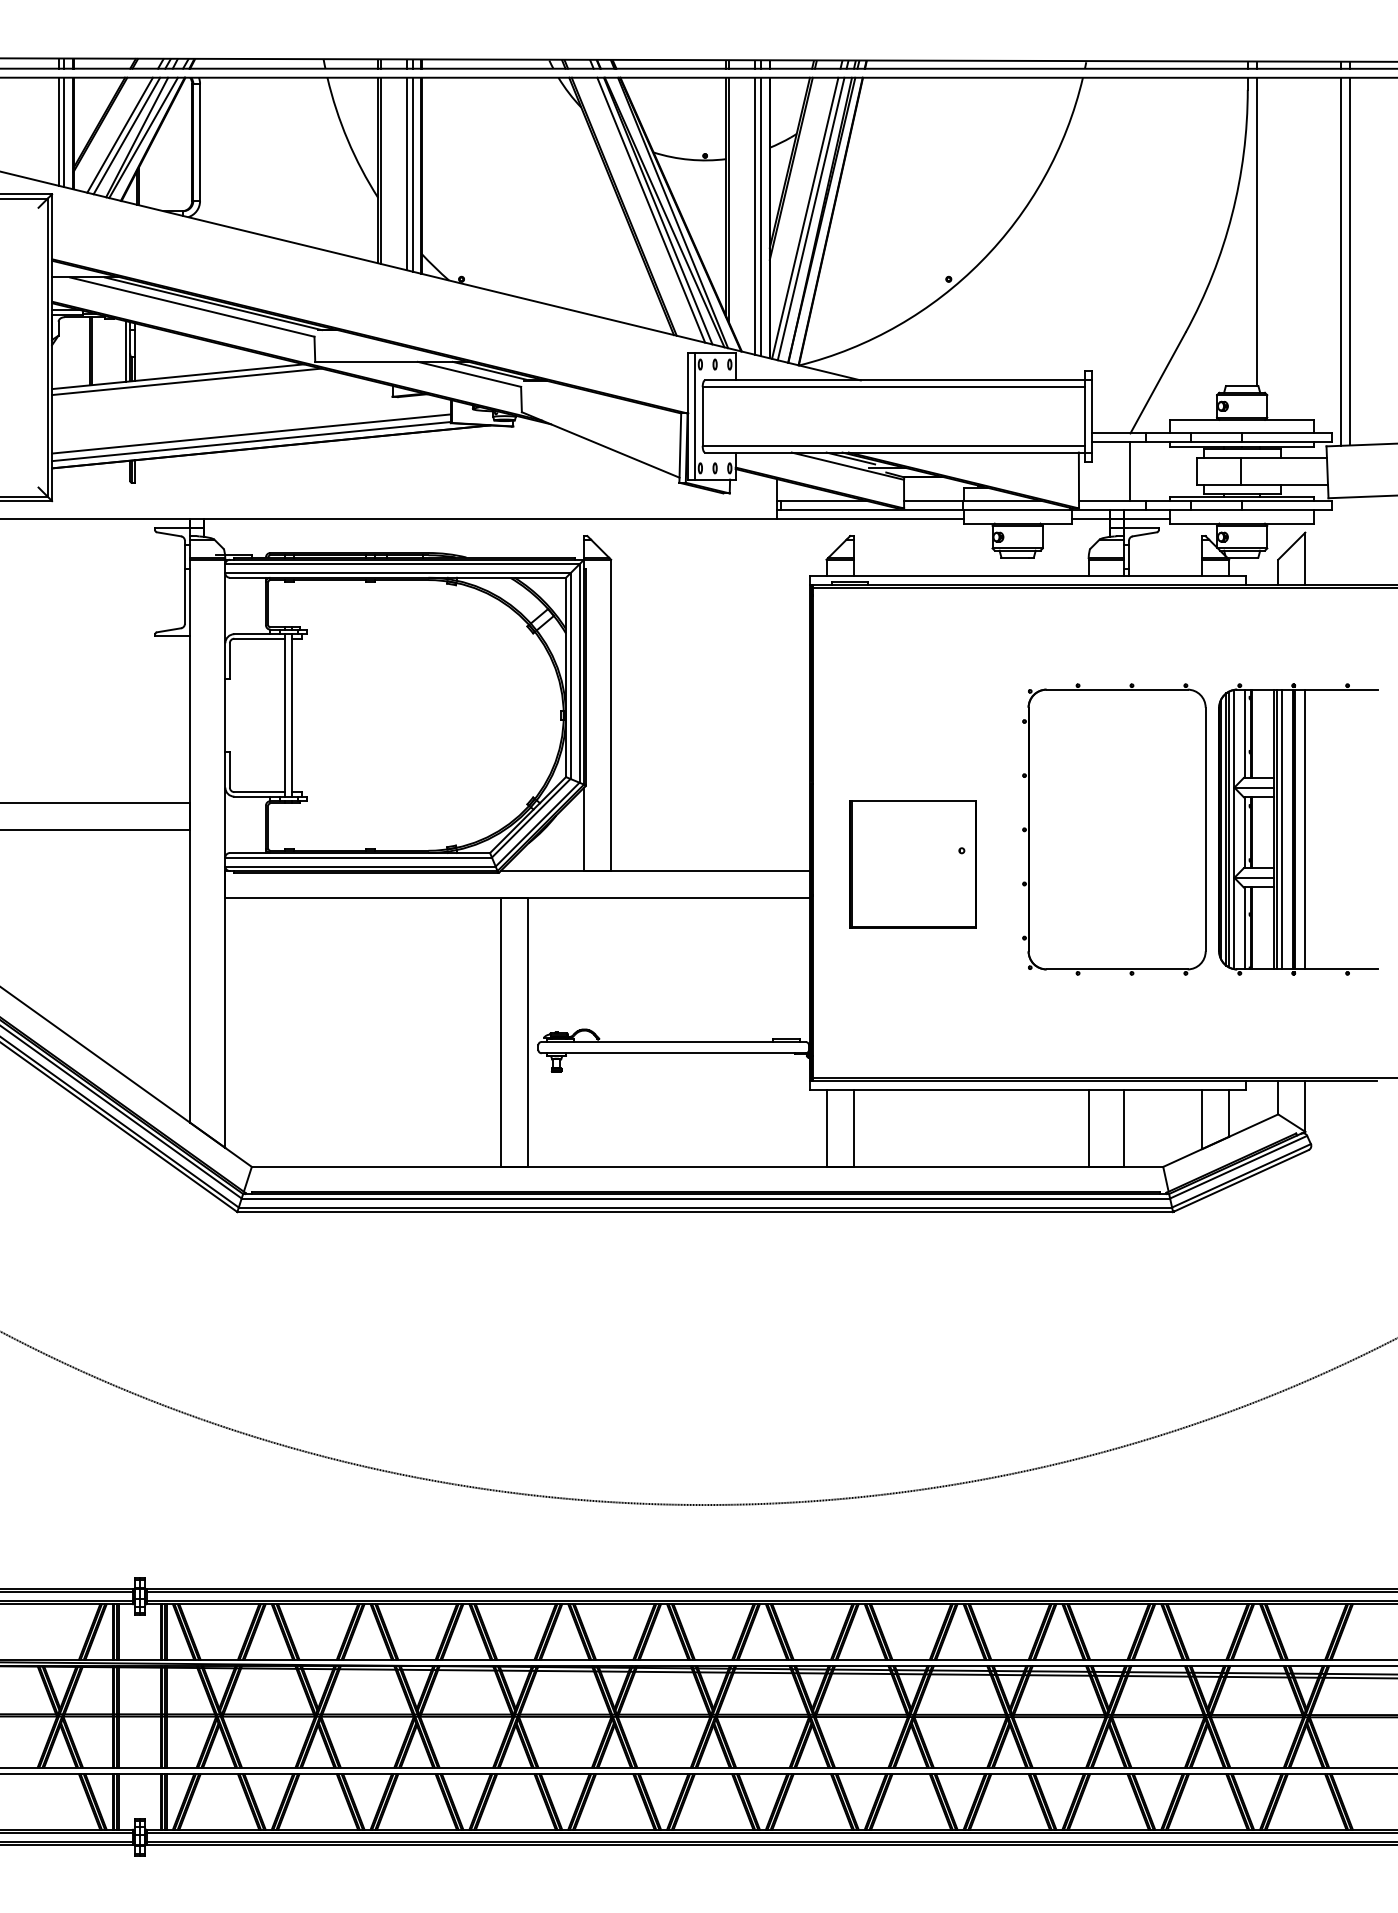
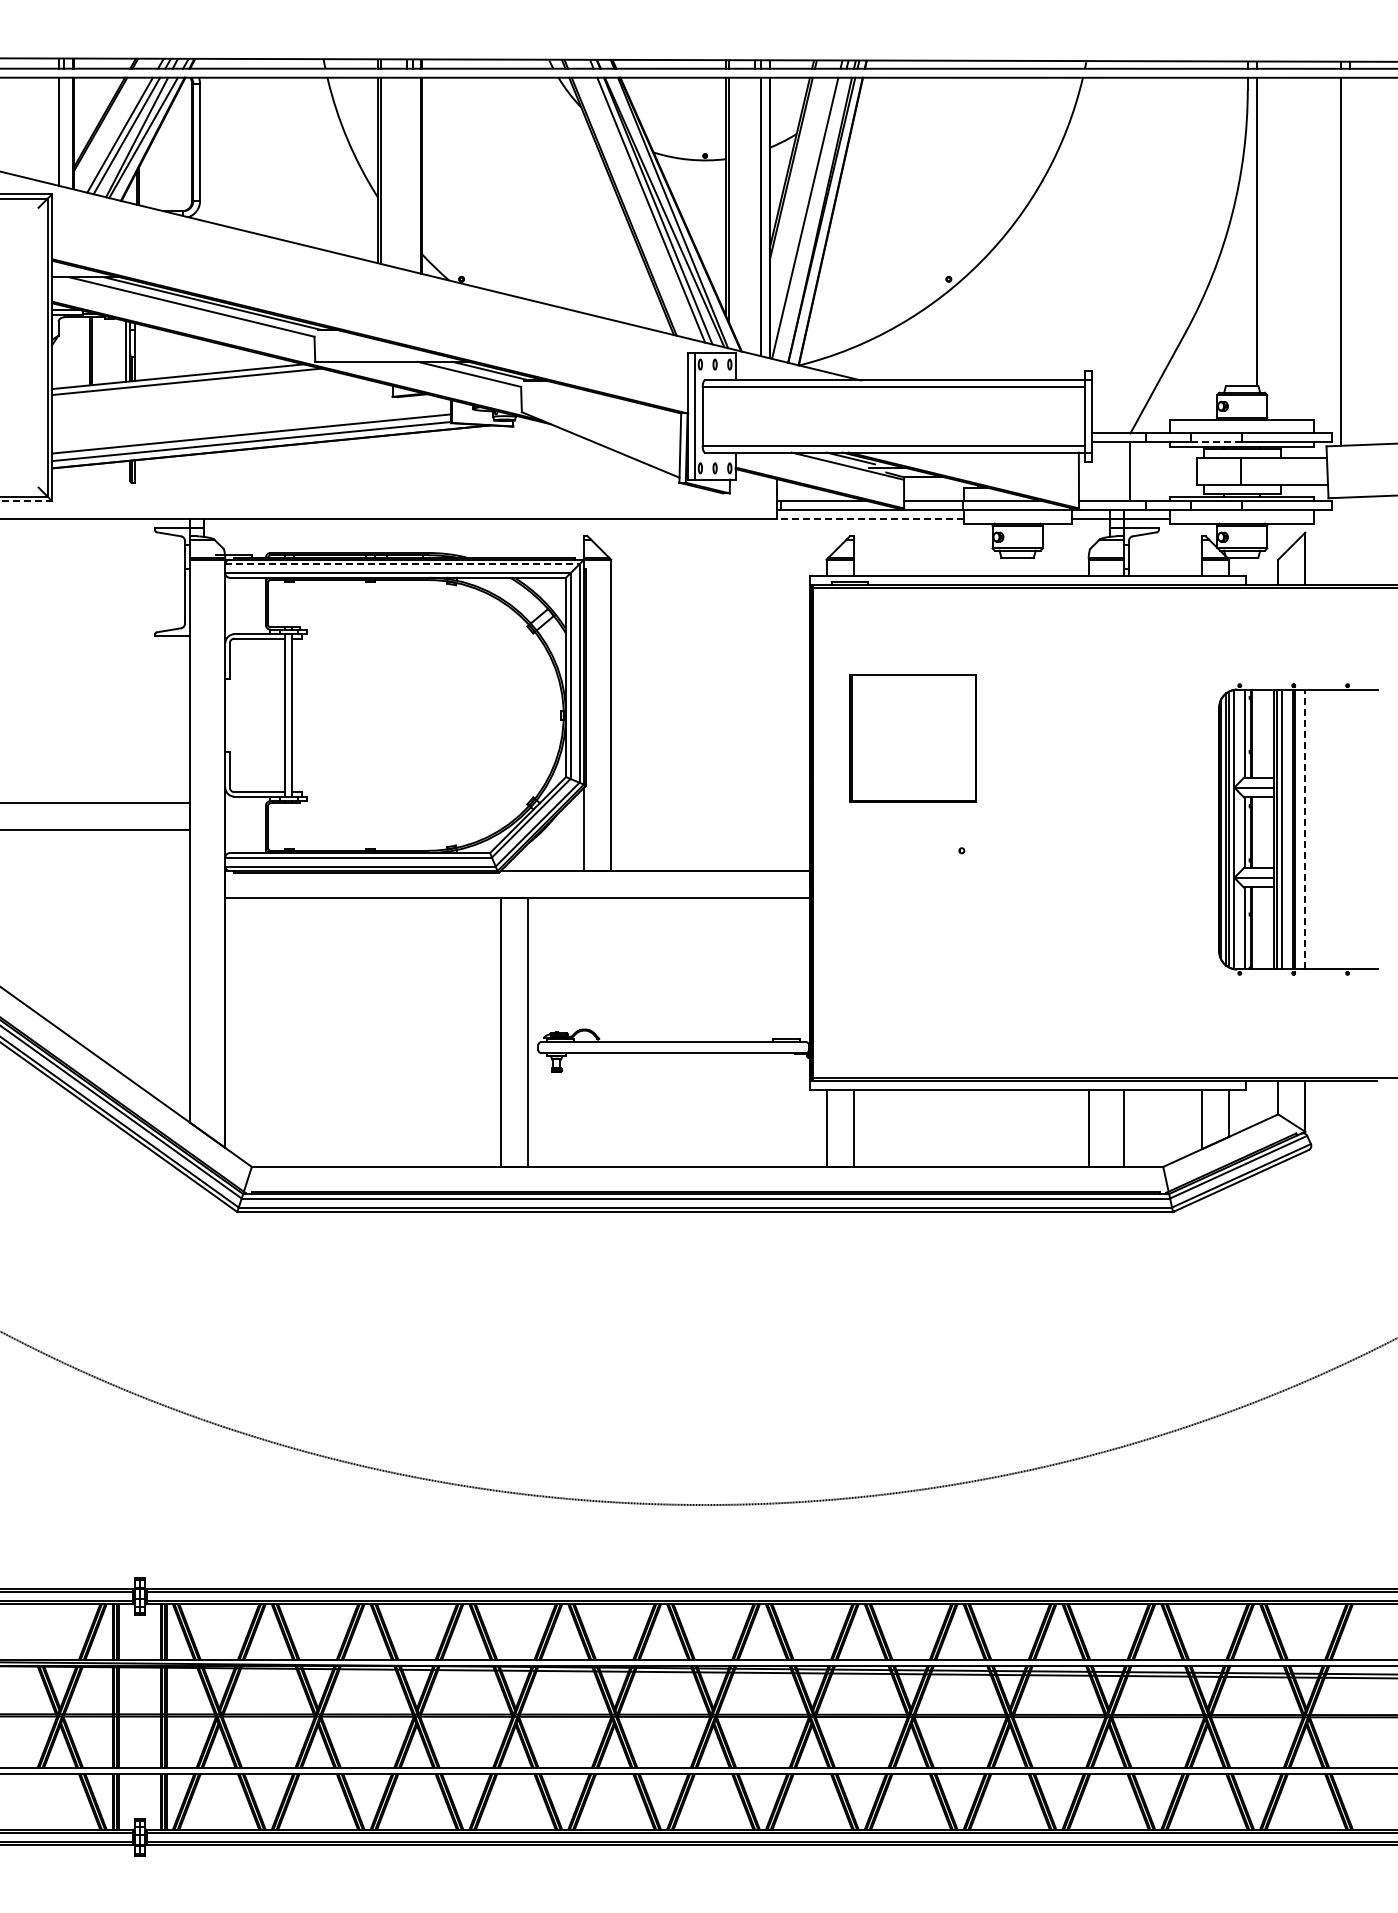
line at (64, 132): present -> none
line at (406, 173): present -> none
line at (412, 174): present -> none
line at (755, 215): present -> none
line at (810, 218): present -> none
line at (1350, 261): present -> none
line at (1216, 442): solid -> dashed
line at (26, 501): solid -> dashed
line at (869, 519): solid -> dashed
line at (402, 564): solid -> dashed
part at (1114, 829): present -> none
line at (1305, 829): solid -> dashed
part at (912, 864) position: (912, 864) -> (912, 738)
